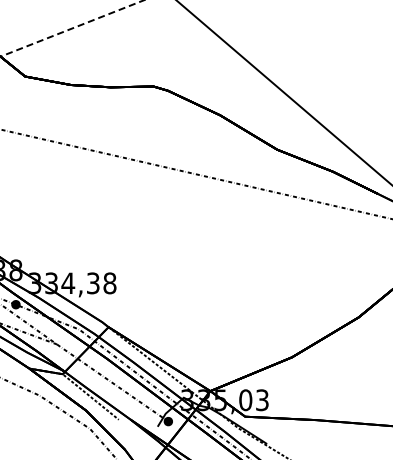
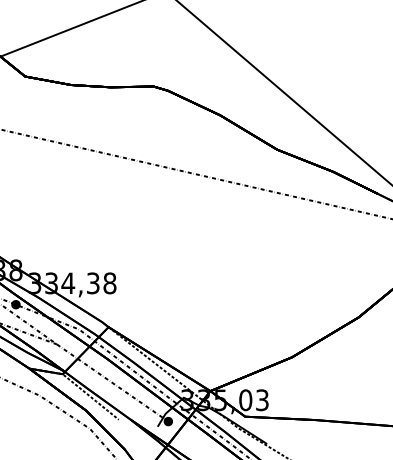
line at (71, 28): dashed -> solid
